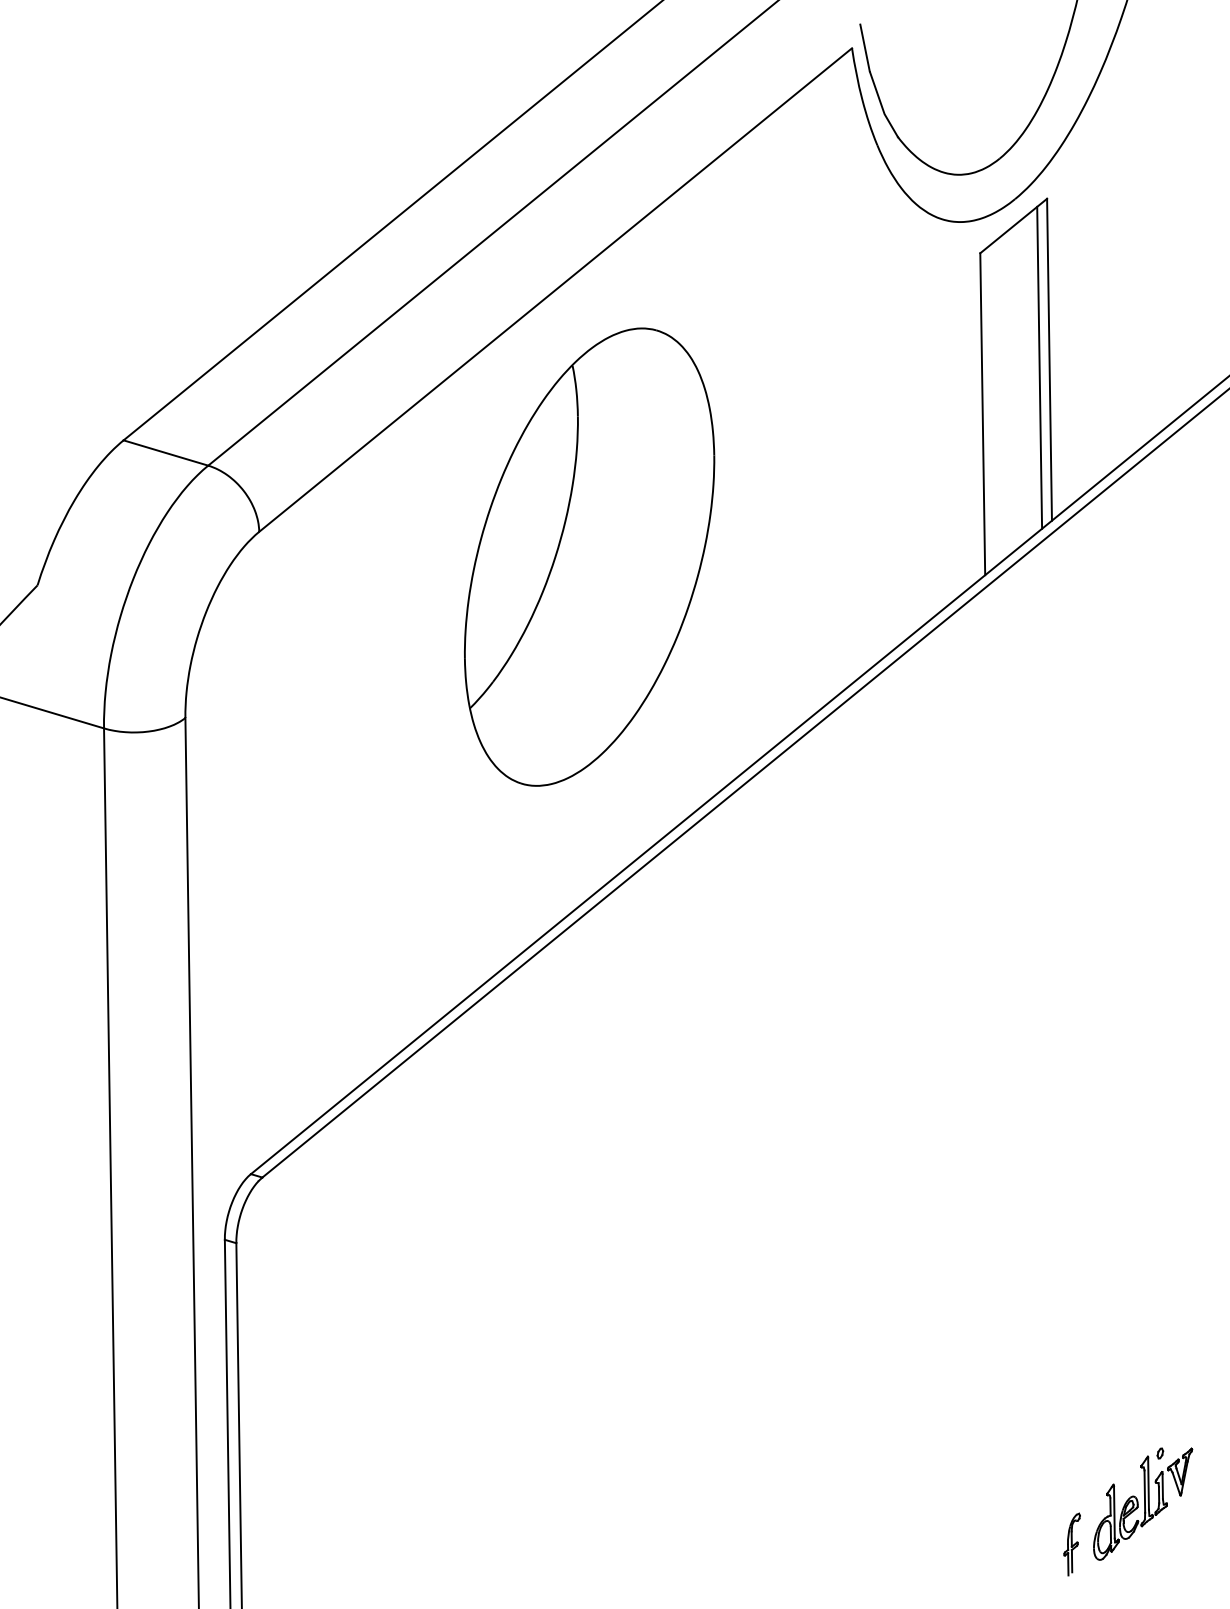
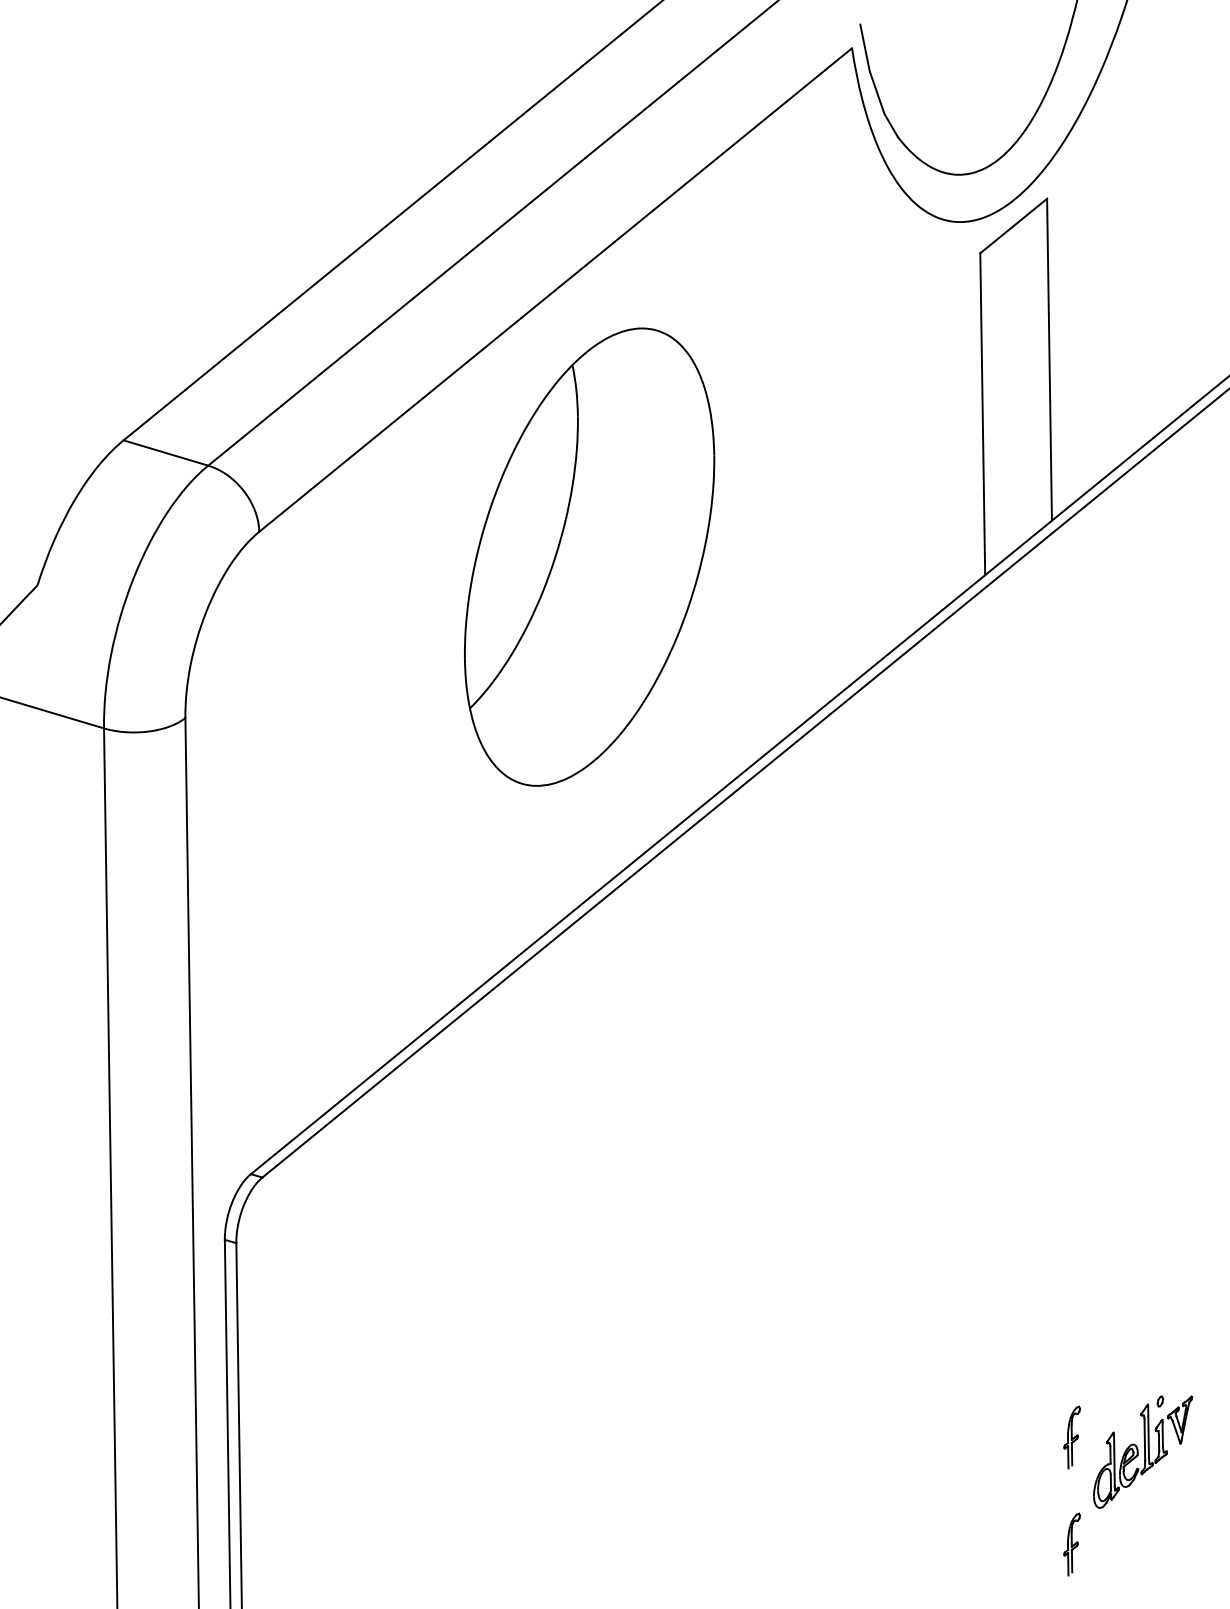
line at (1039, 367): present -> none
part at (1071, 1437): none -> present
part at (1143, 1503) position: (1143, 1503) -> (1143, 1451)
